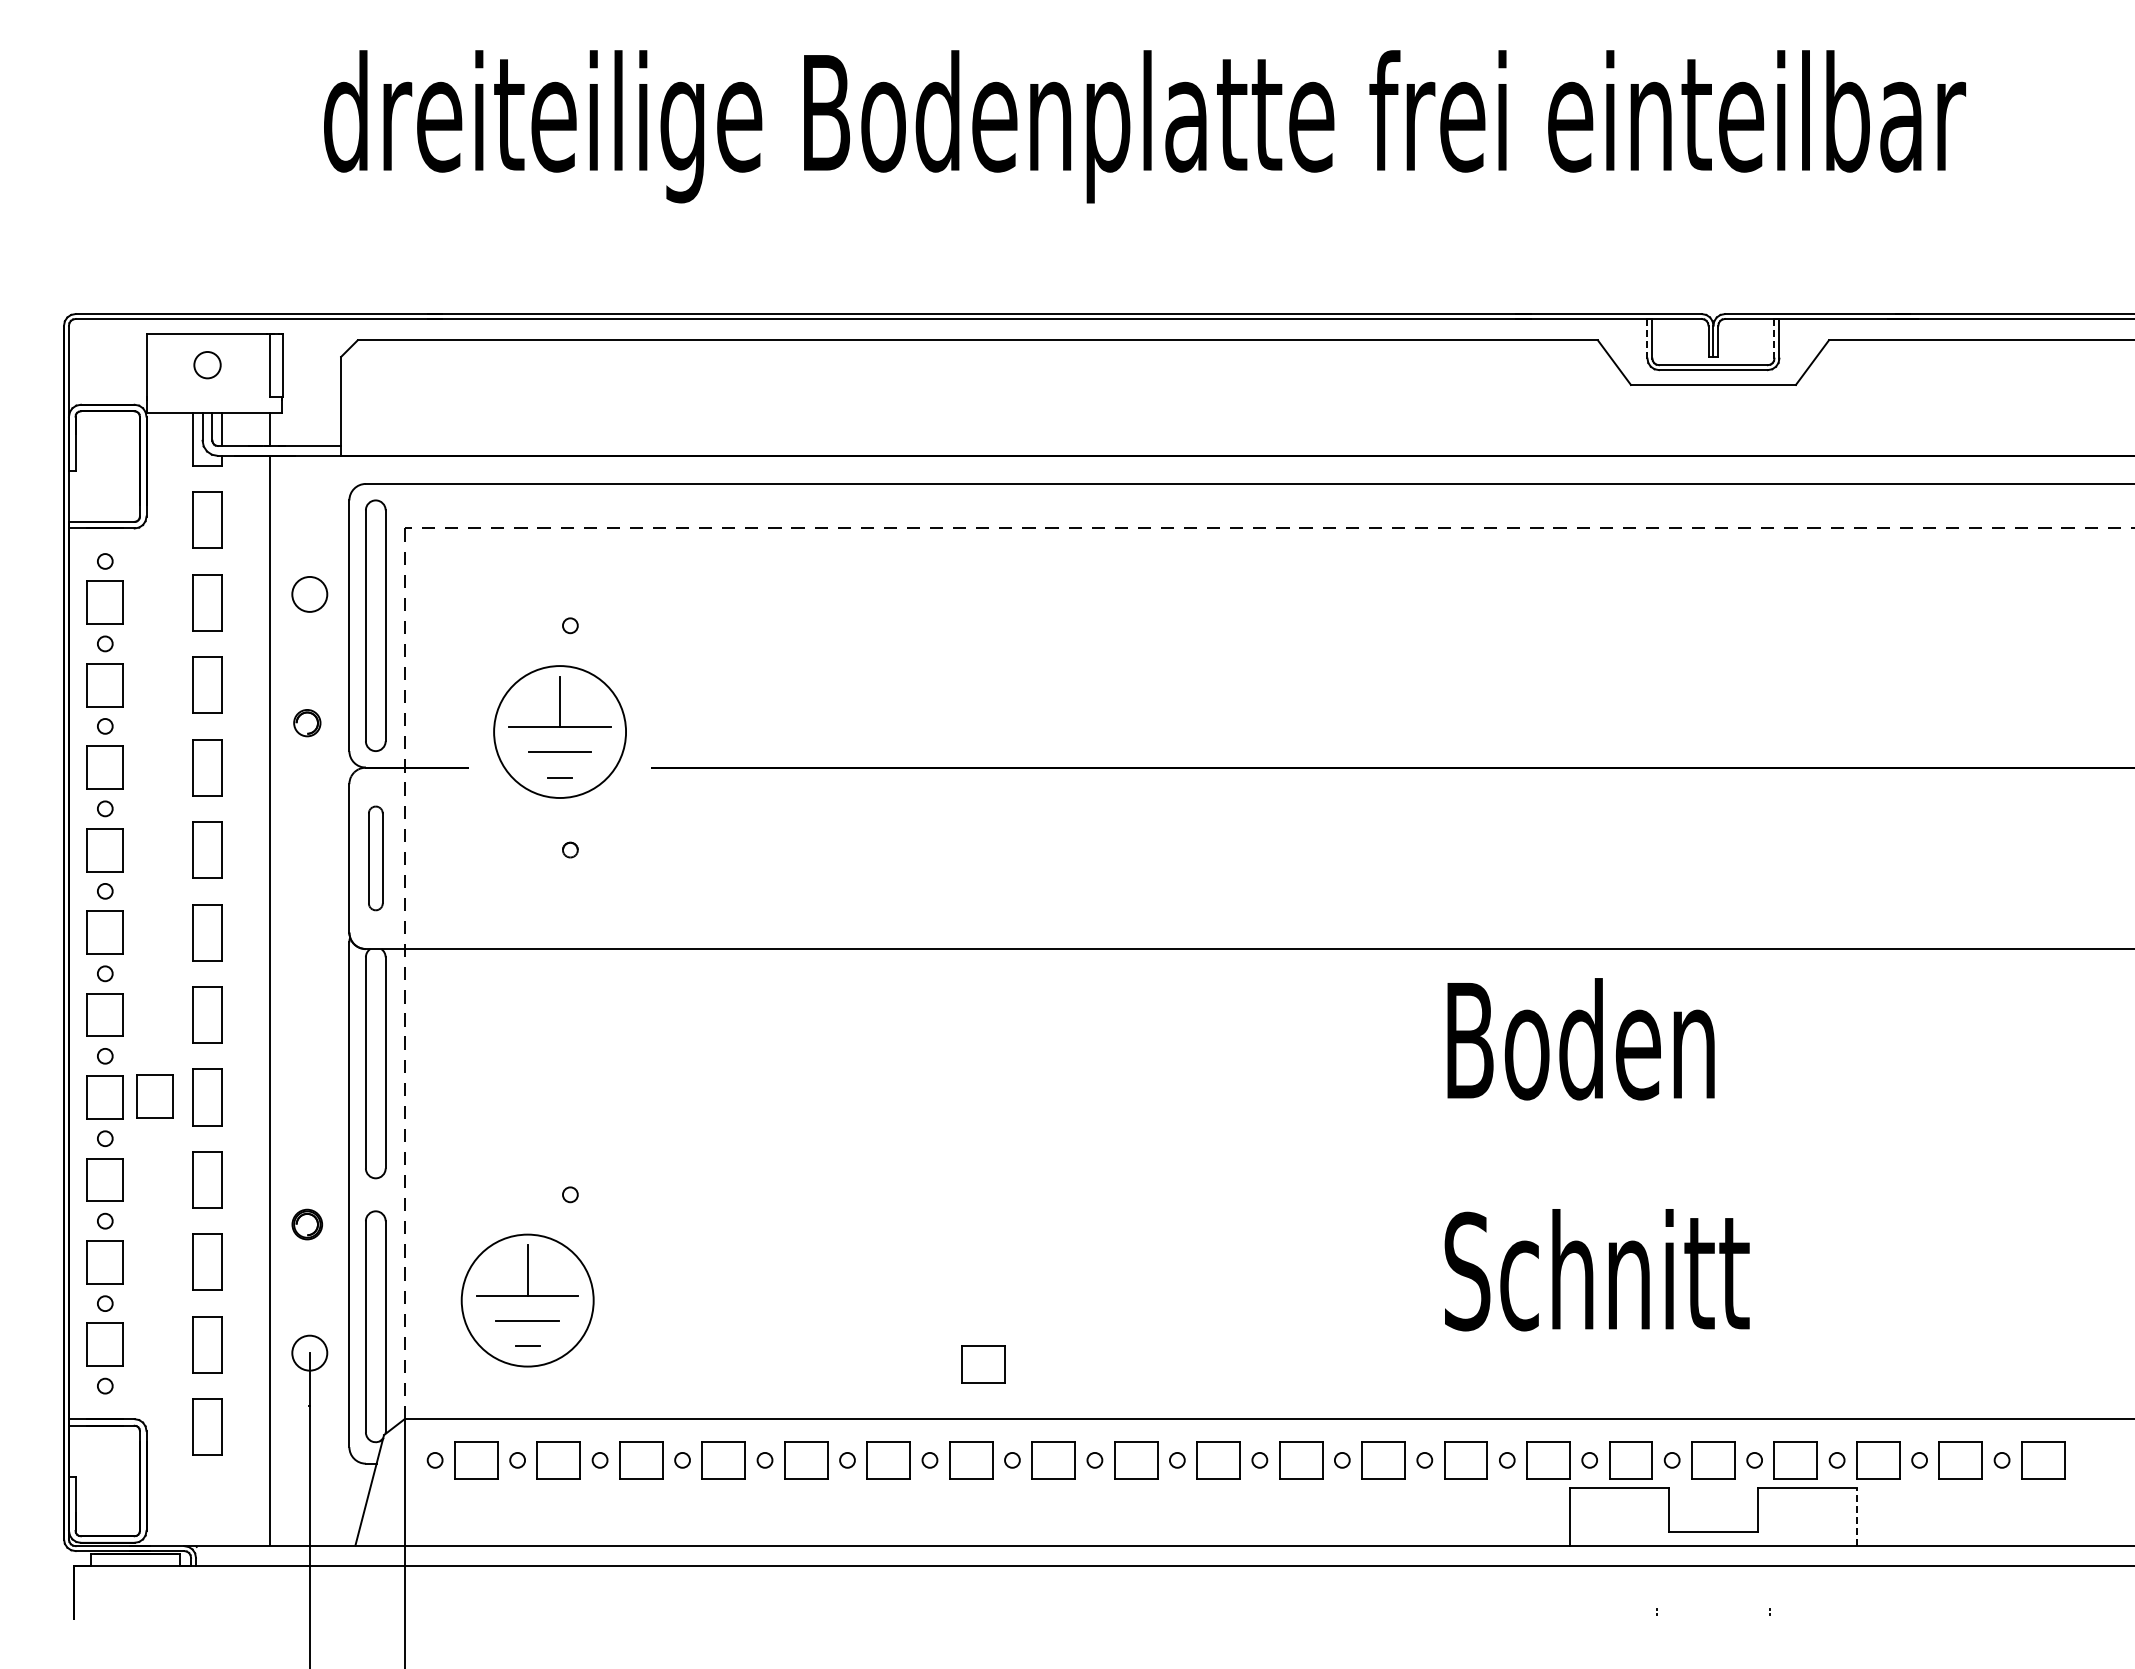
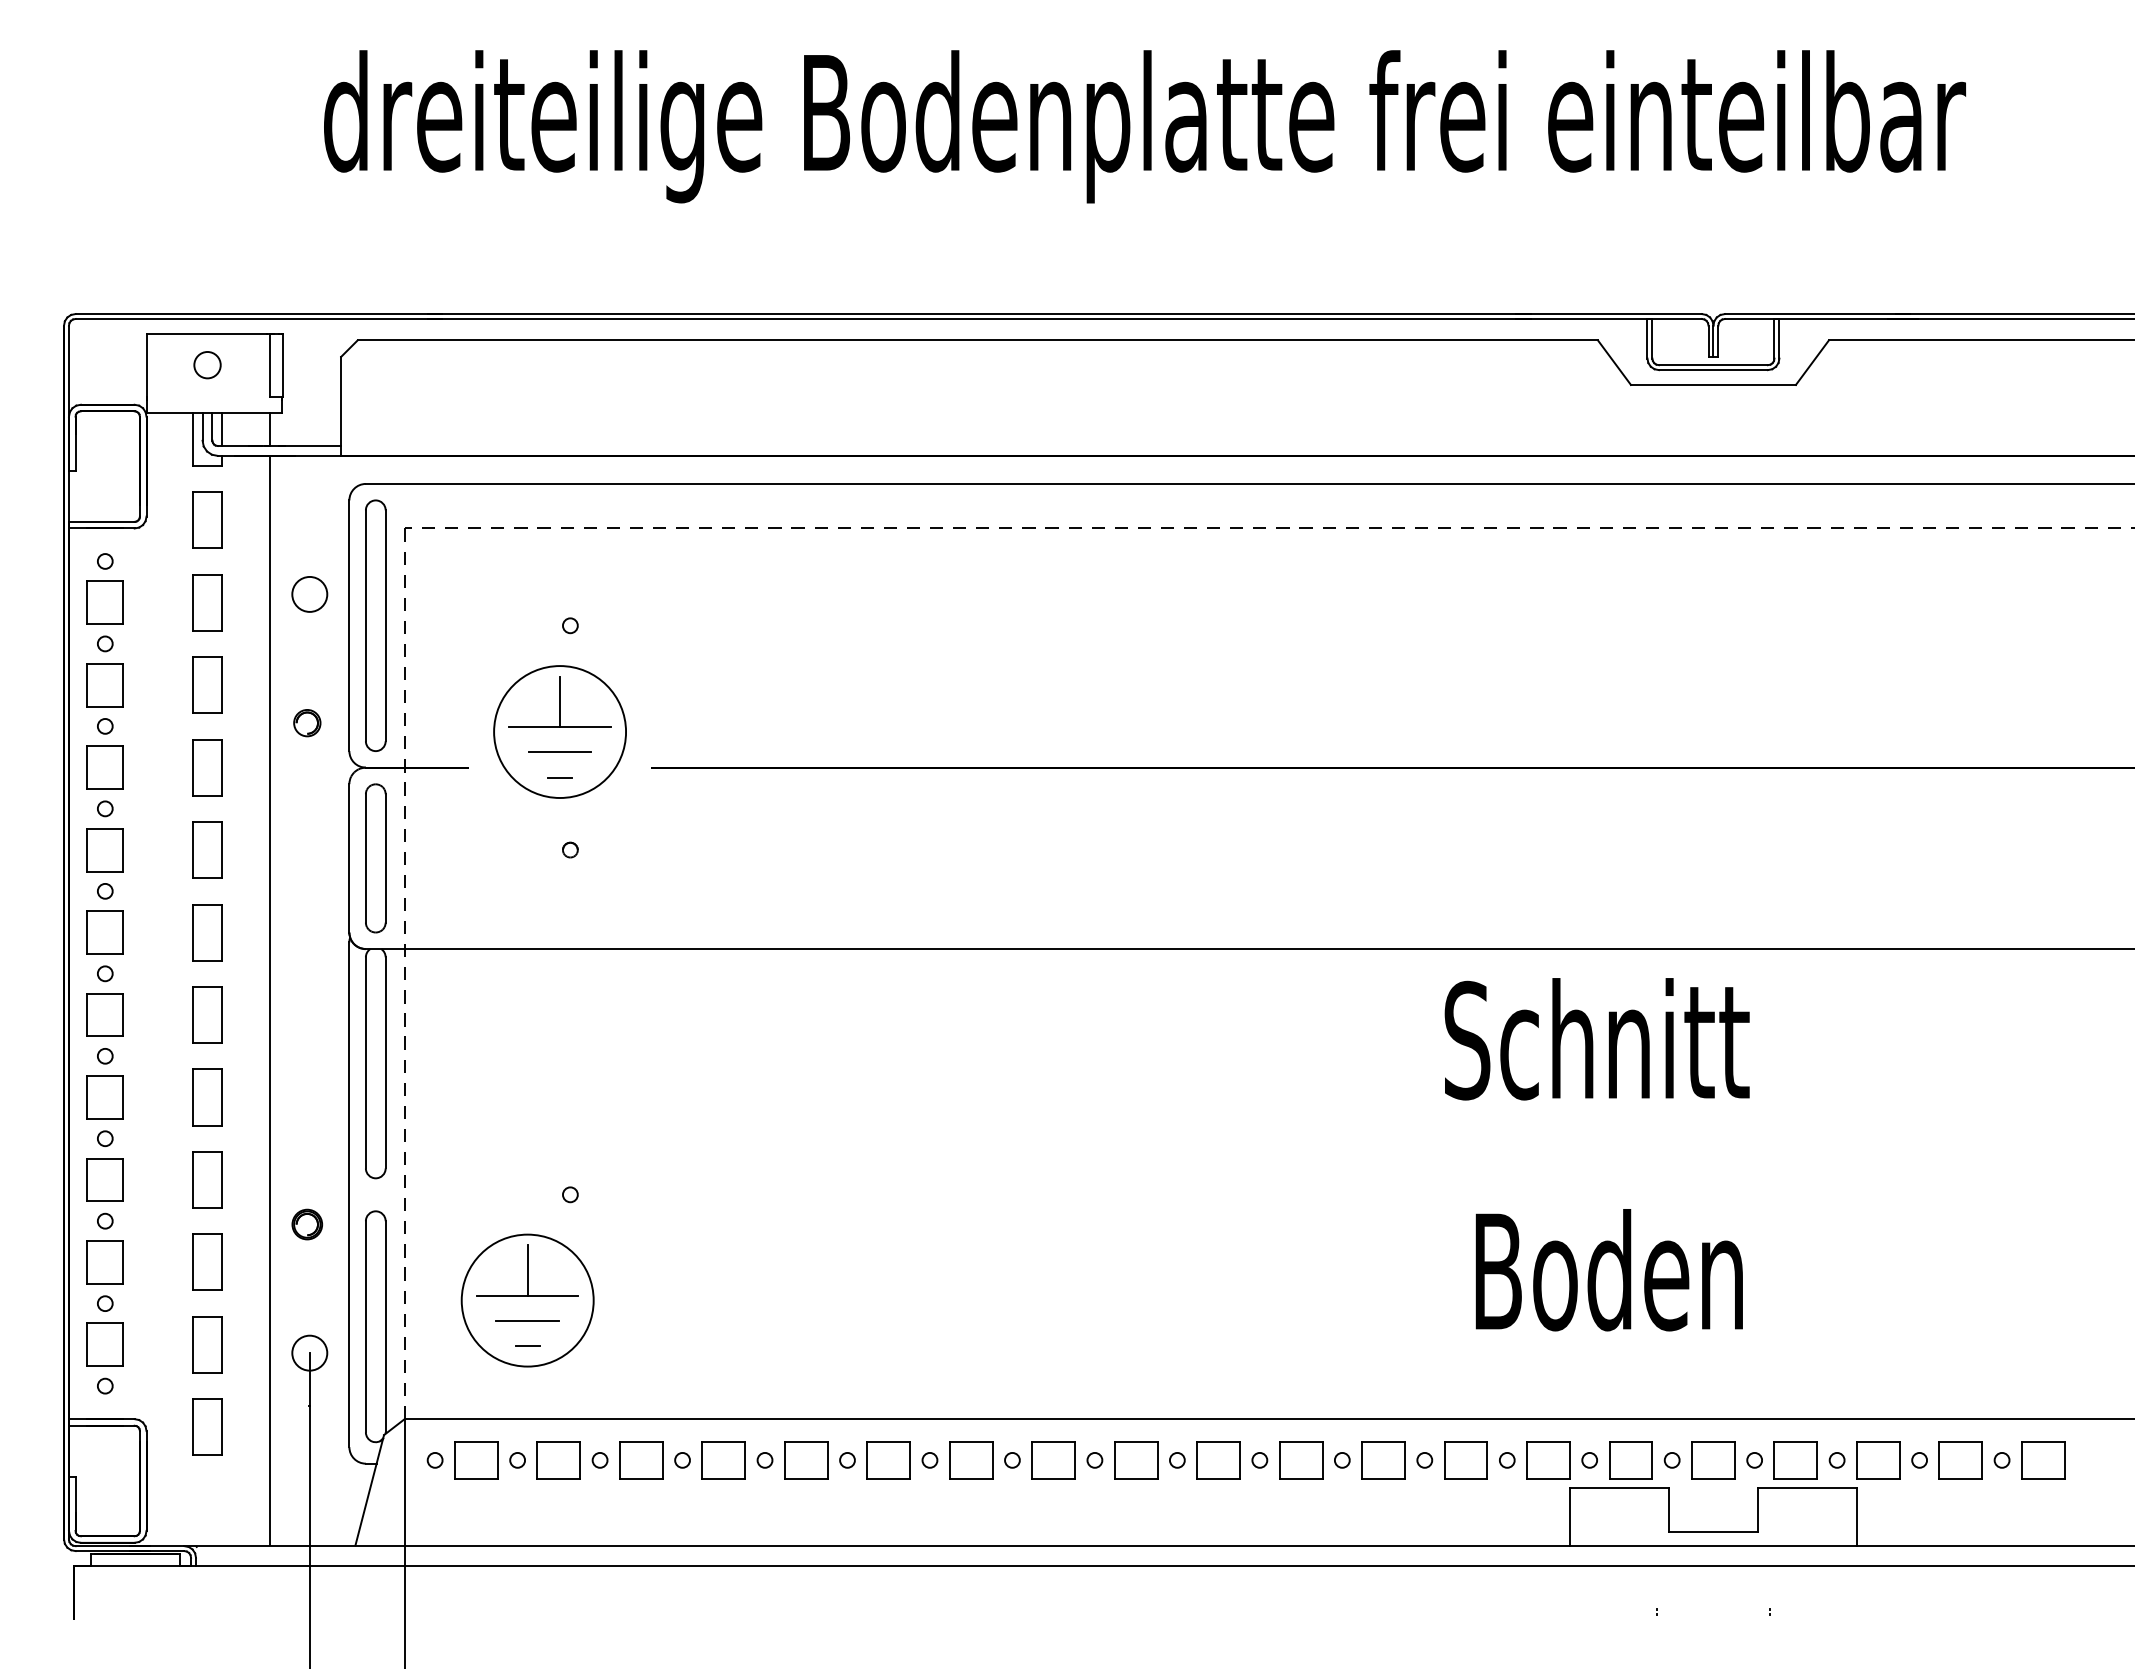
line at (1647, 338): dashed -> solid
line at (1774, 338): dashed -> solid
part at (375, 858) size: 16x107 px -> 22x151 px
text at (1596, 1039): Boden -> Schnitt
part at (154, 1096): present -> none
text at (1596, 1270): Schnitt -> Boden
part at (983, 1364): present -> none
line at (1856, 1516): dashed -> solid
